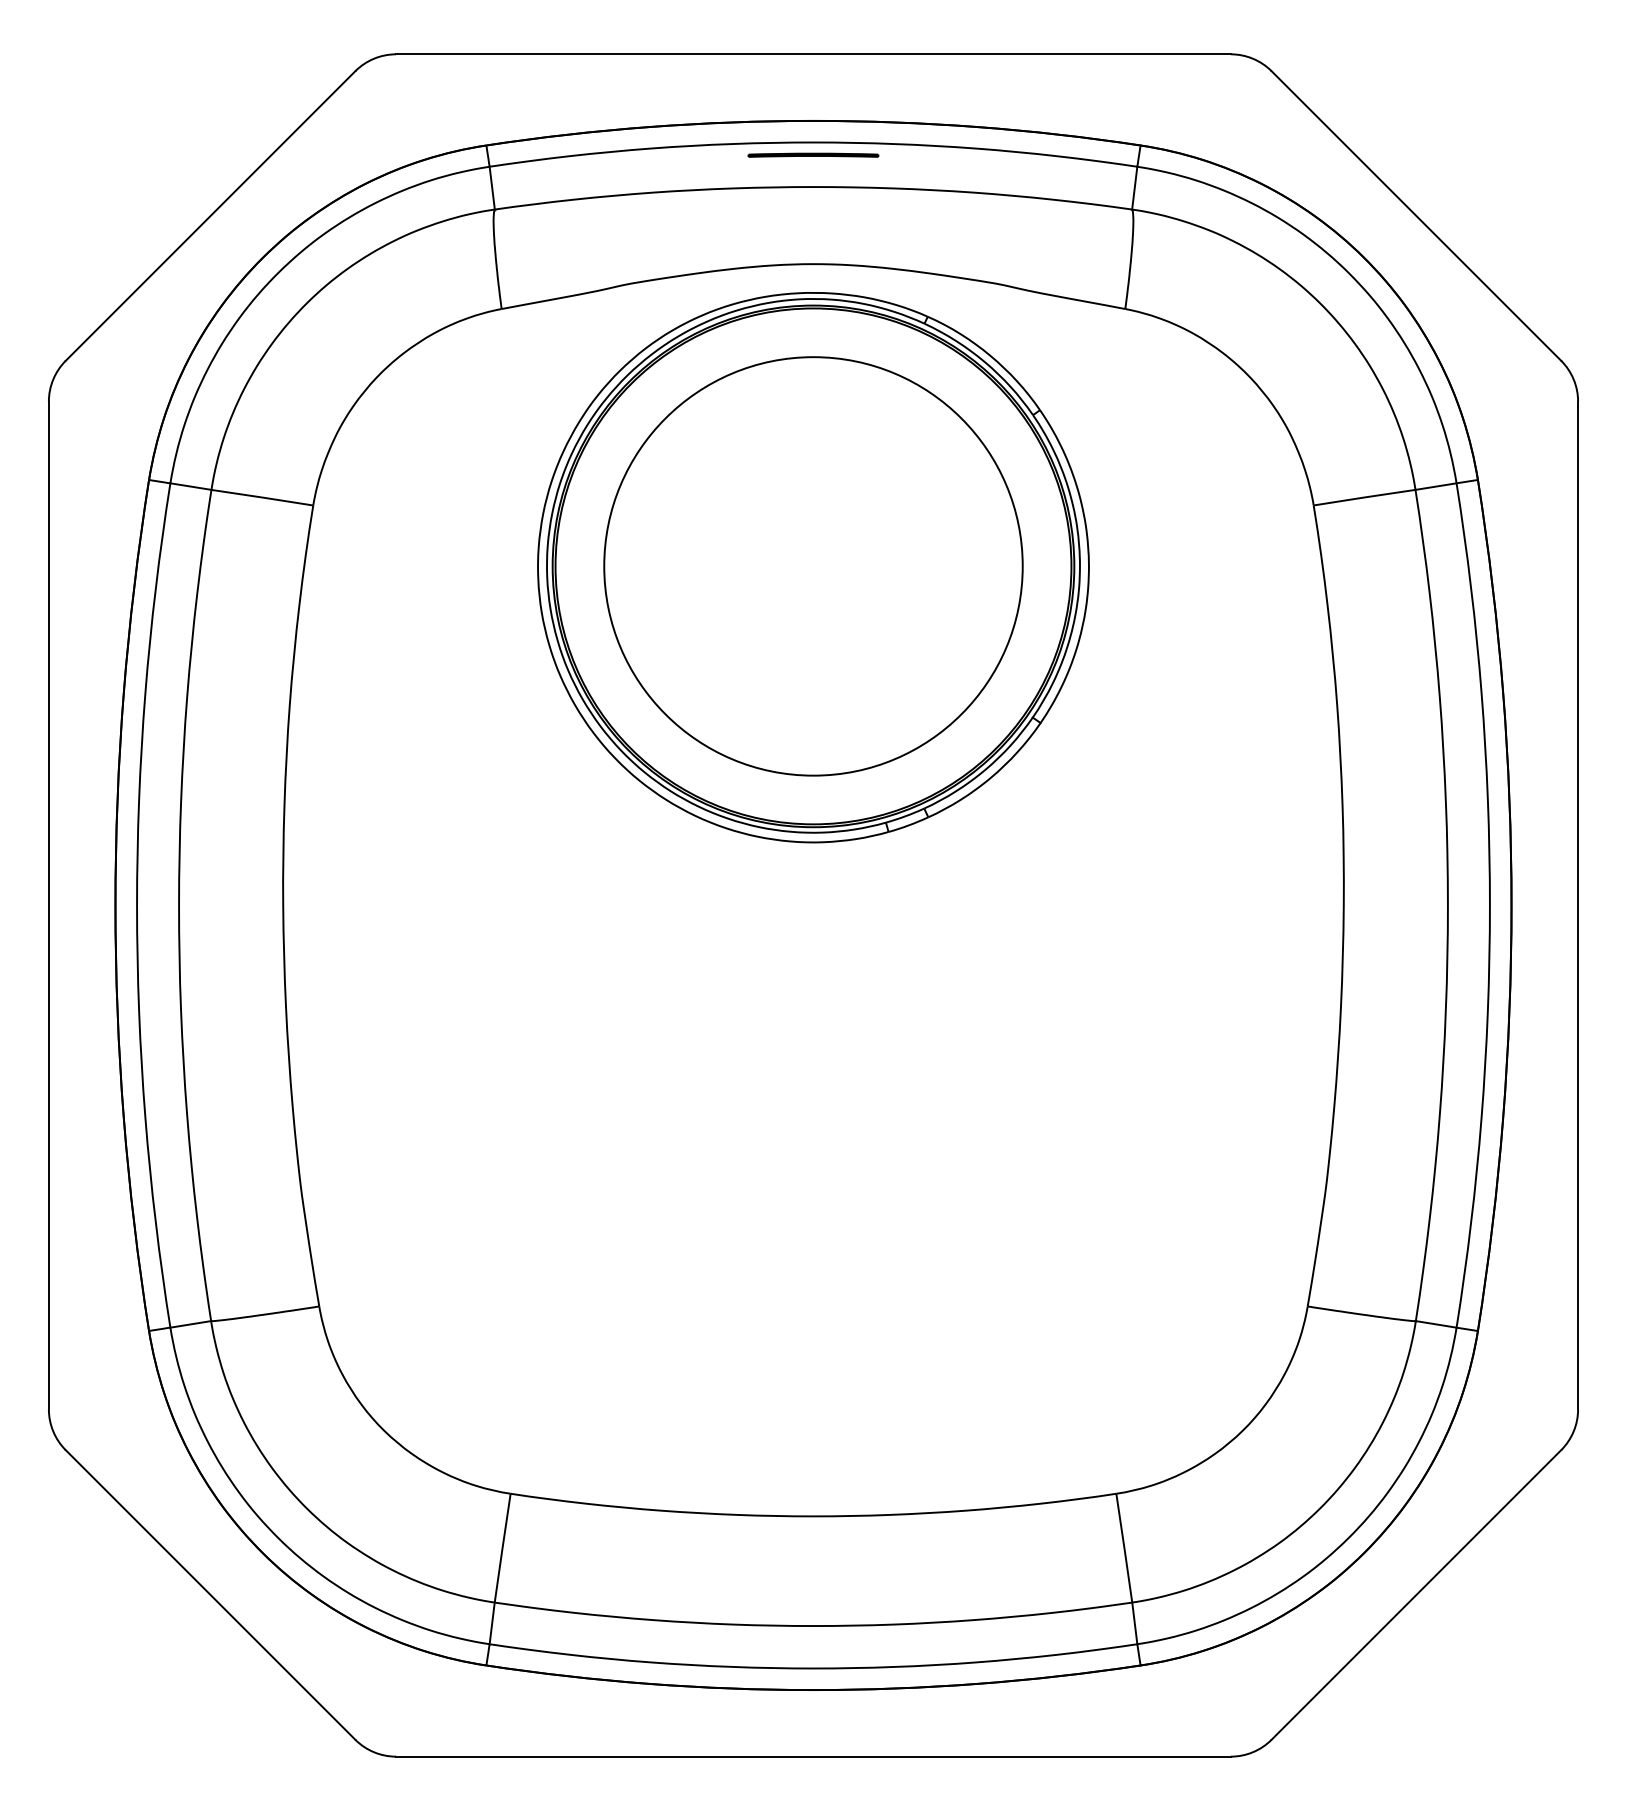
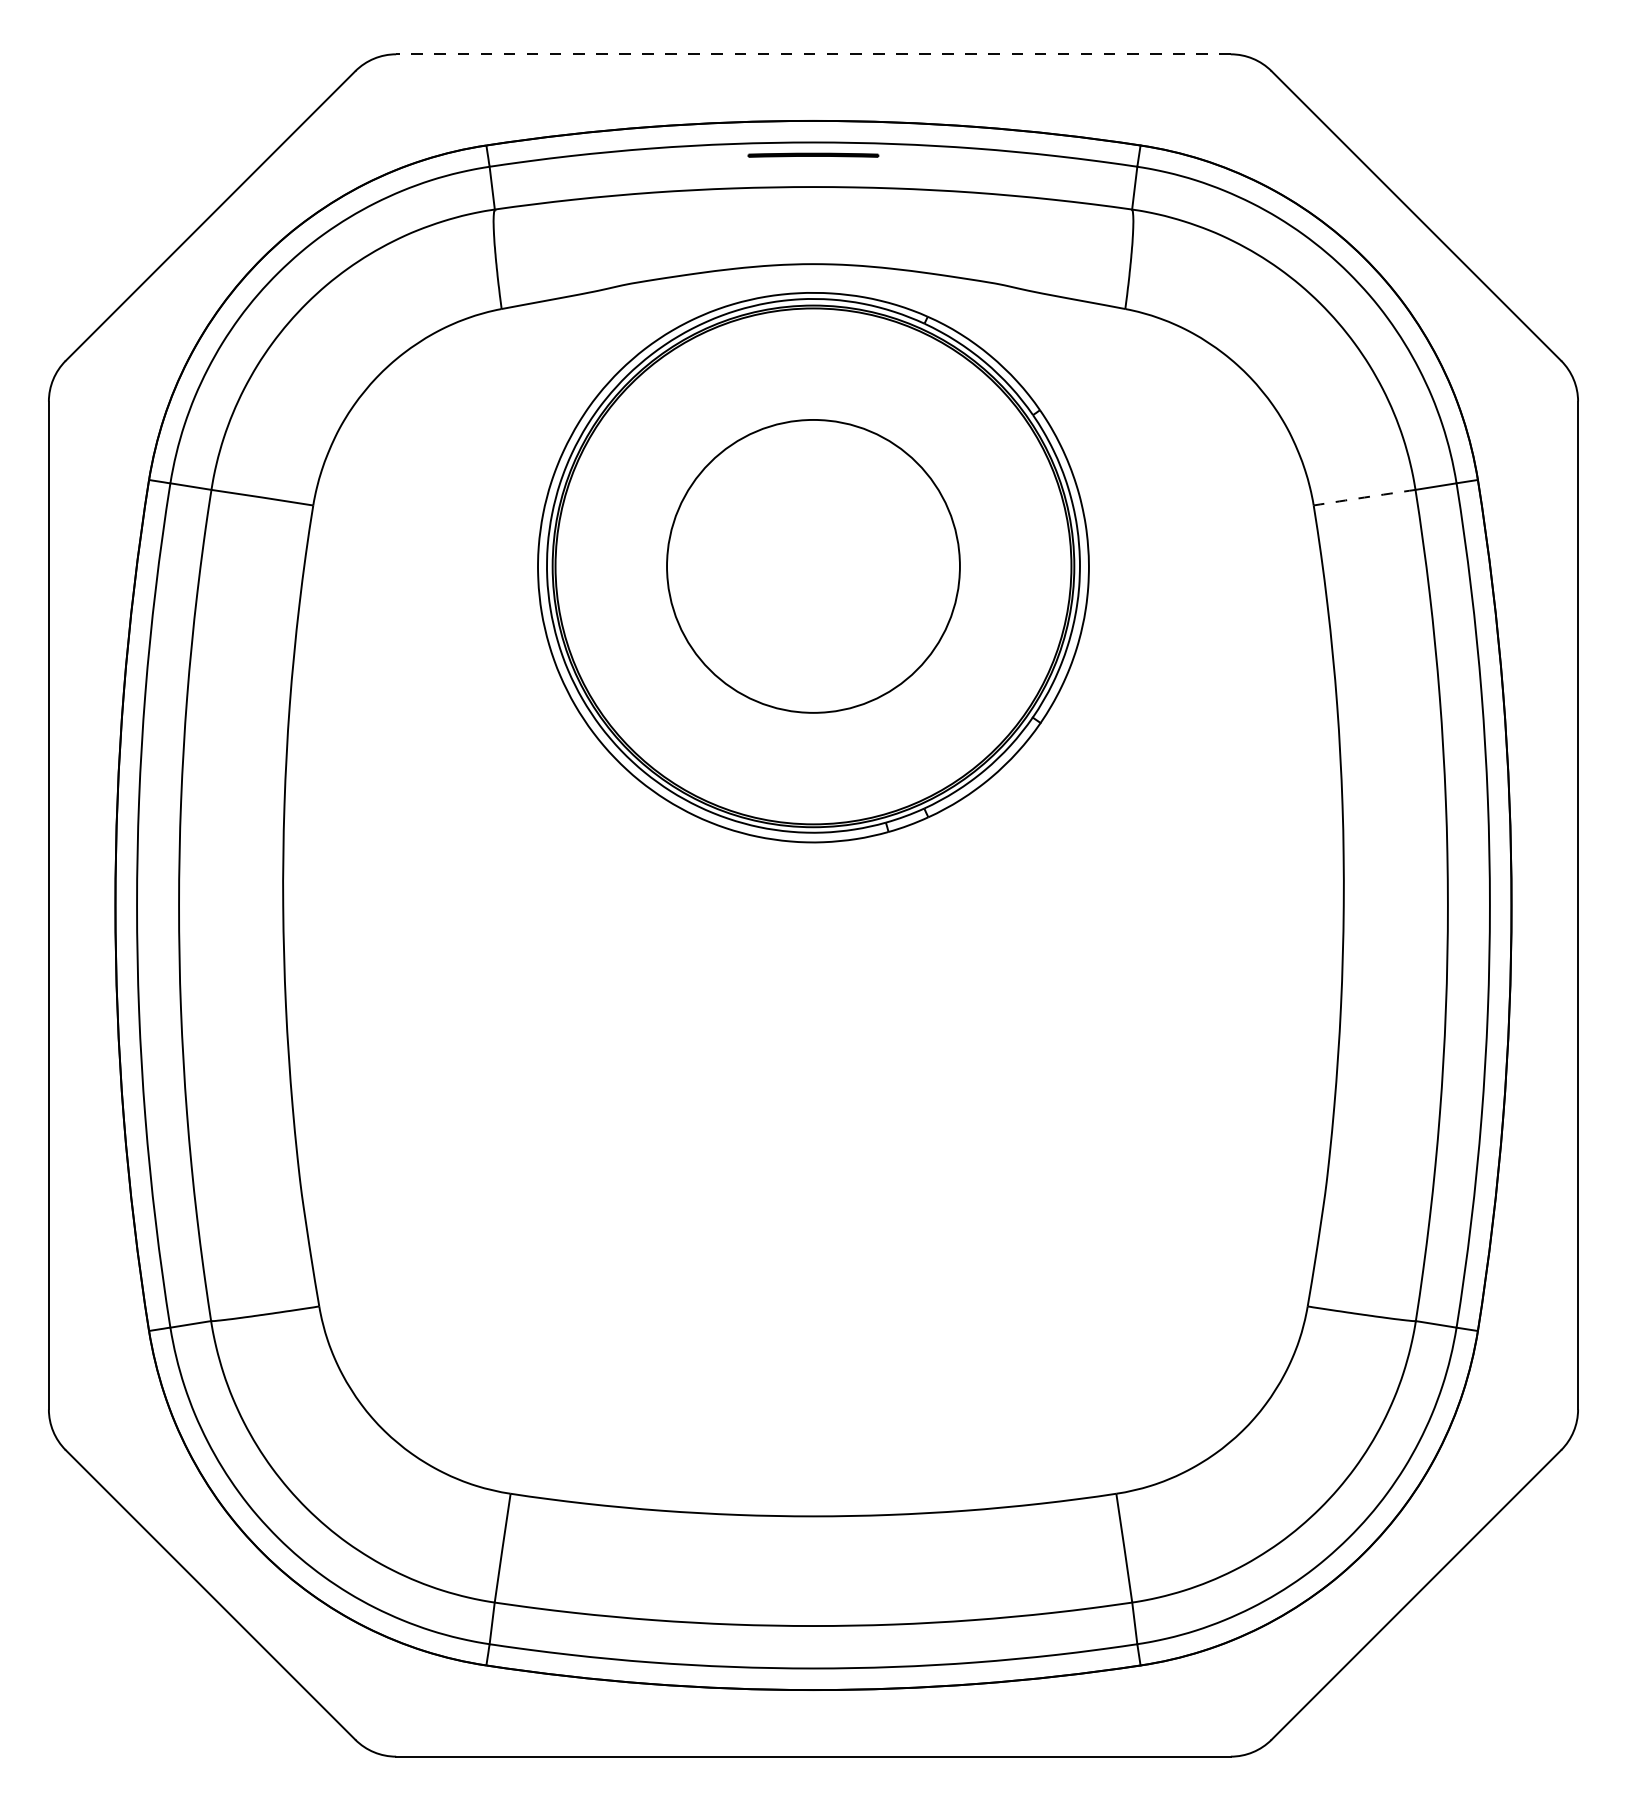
line at (813, 54): solid -> dashed
arc at (1364, 497): solid -> dashed
circle at (813, 566) diameter: 418 px -> 293 px
